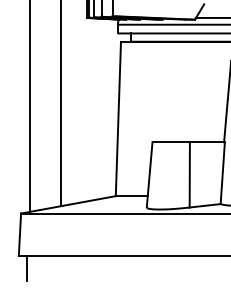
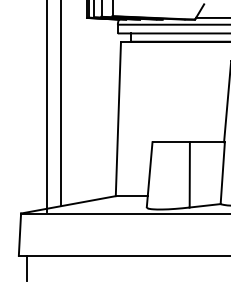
line at (30, 106) position: (30, 106) -> (47, 106)
